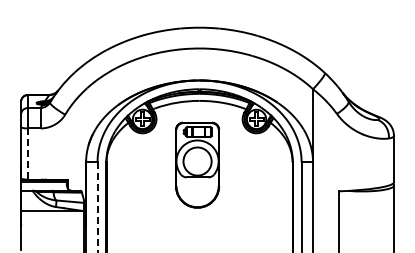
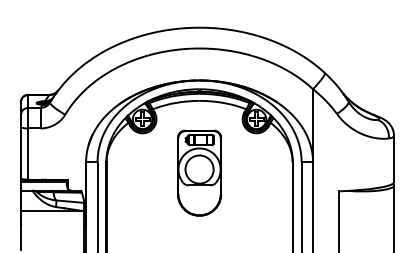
line at (28, 154): dashed -> solid
part at (197, 164) position: (197, 164) -> (199, 172)
line at (97, 207): dashed -> solid
